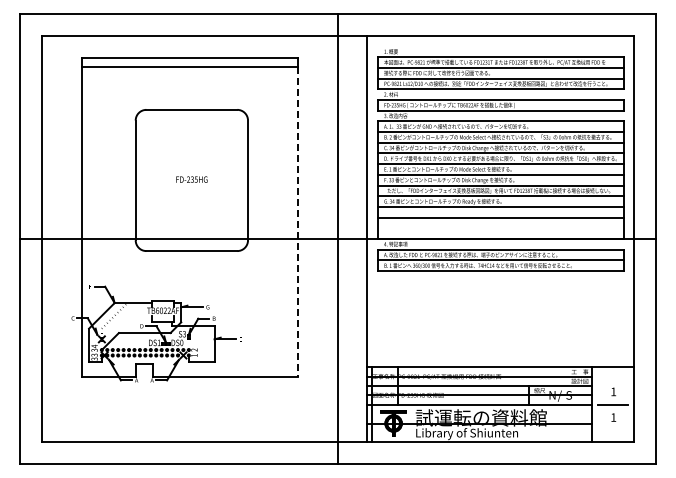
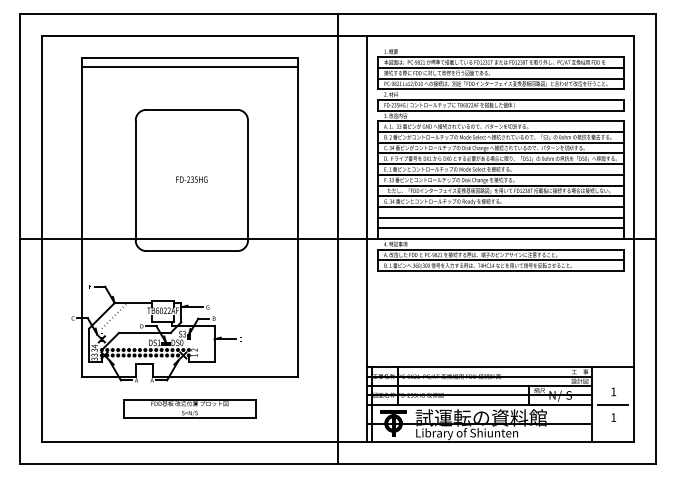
line at (298, 222): dashed -> solid
line at (500, 228): none -> present
part at (189, 408): none -> present
